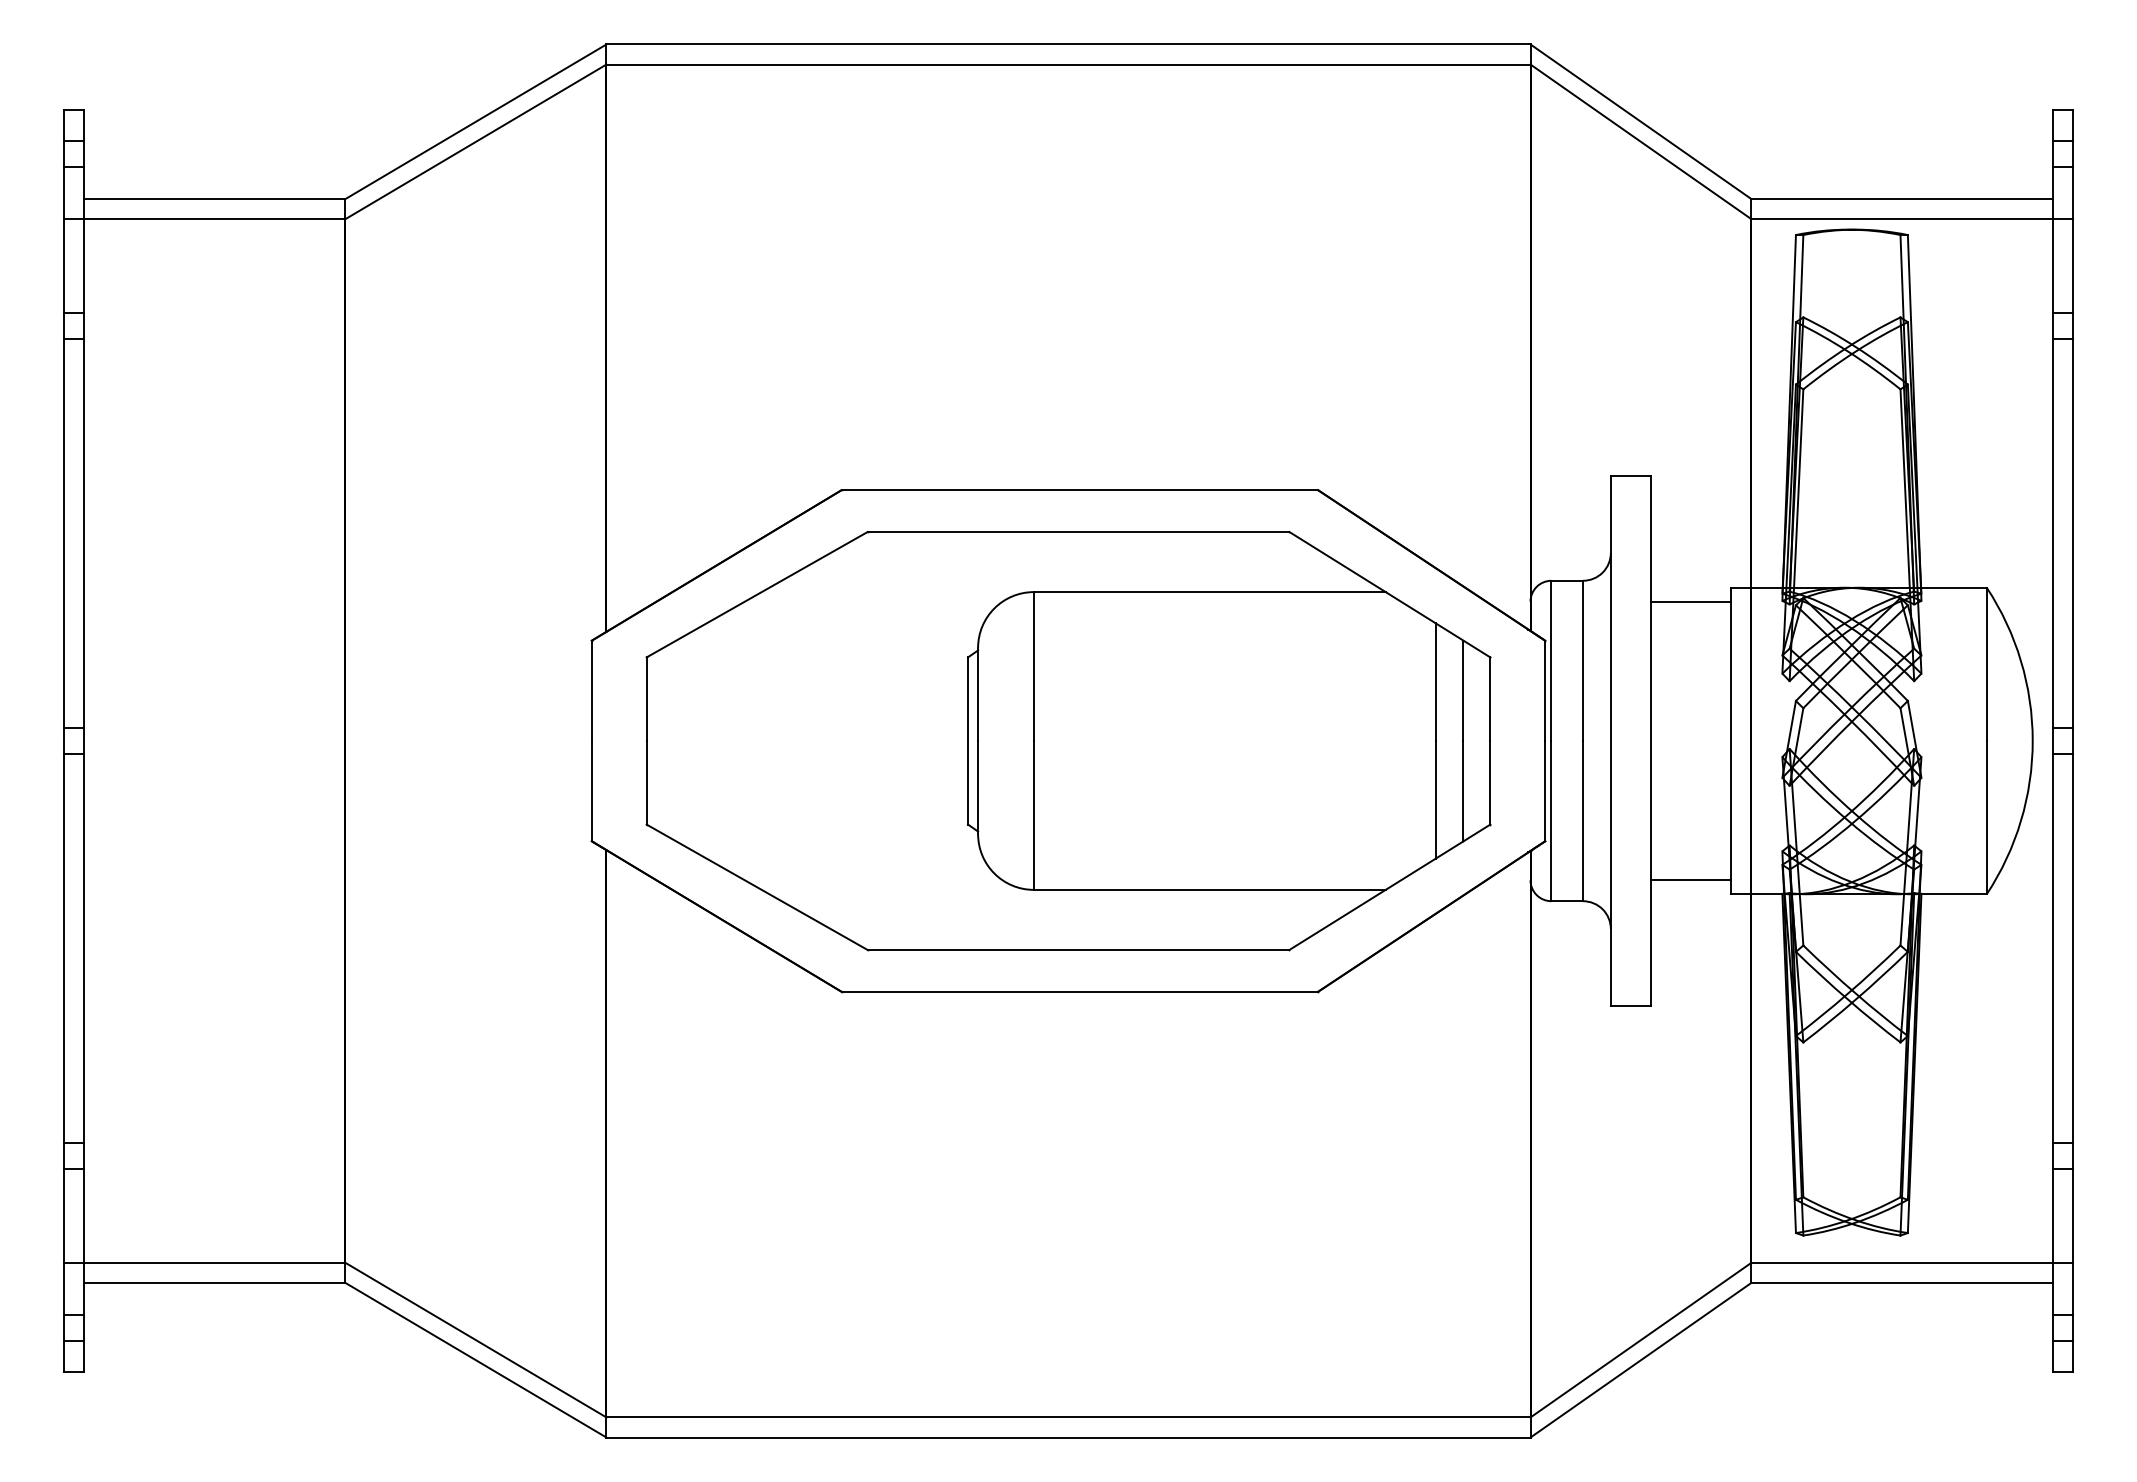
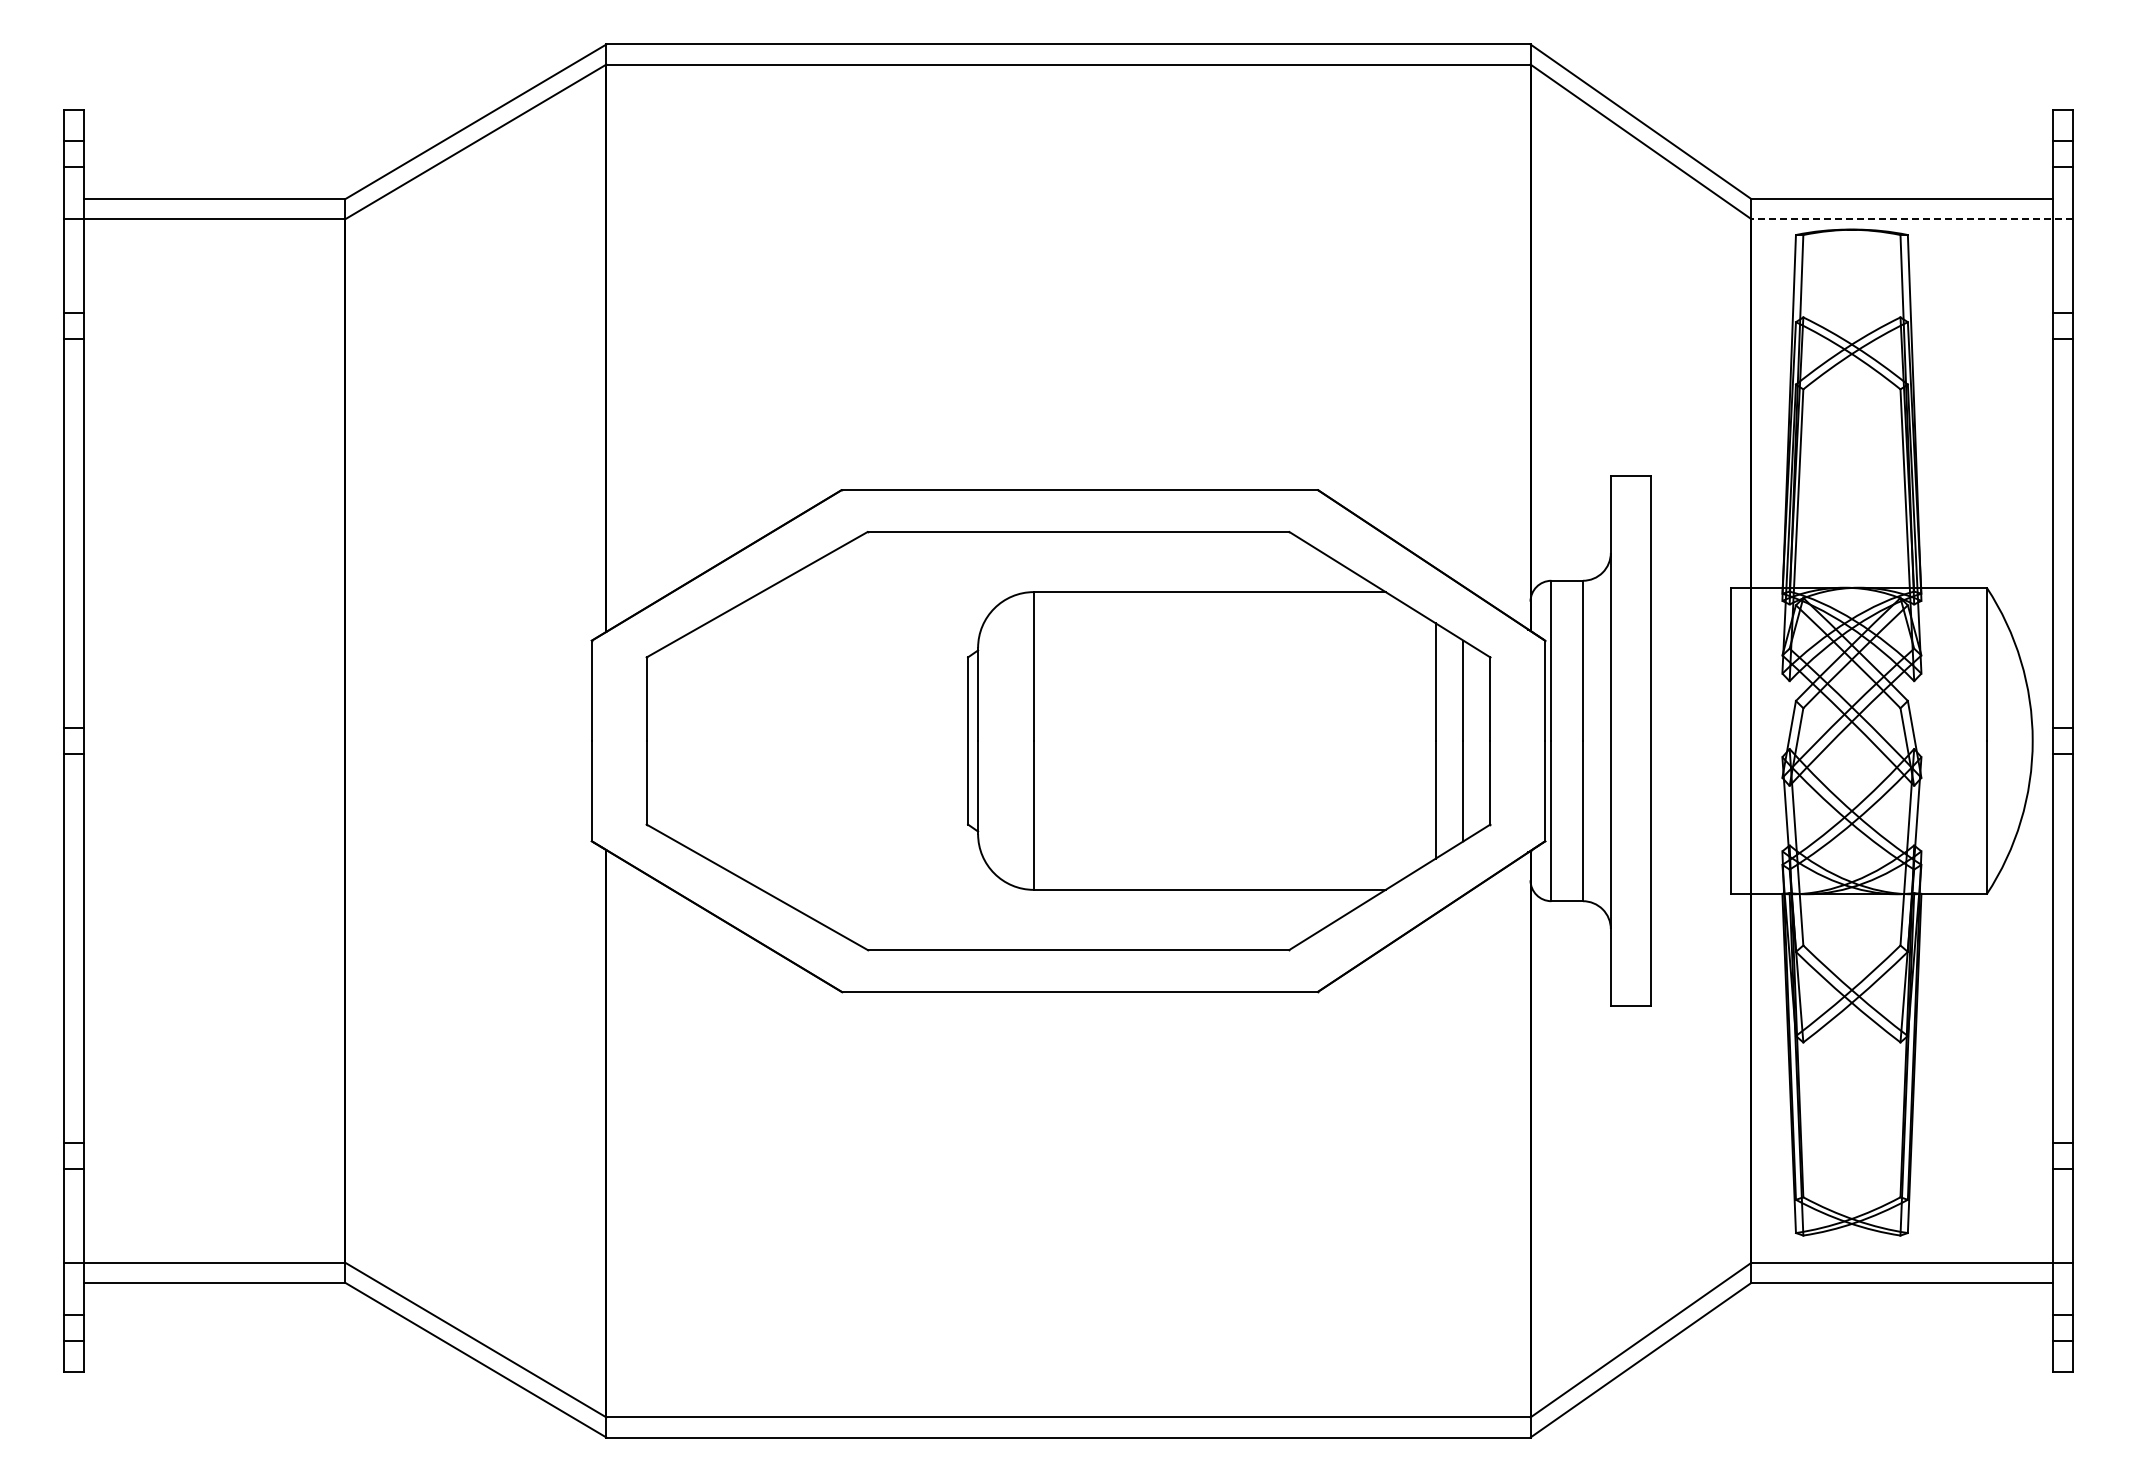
line at (1912, 219): solid -> dashed
line at (1691, 601): present -> none
line at (1691, 880): present -> none
